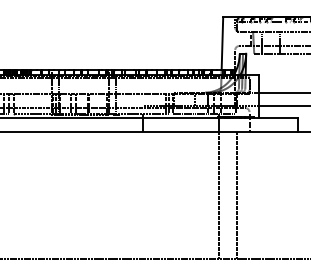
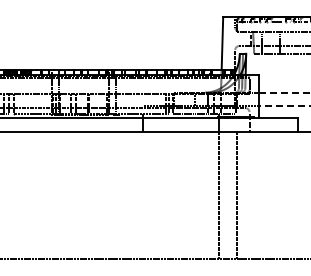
line at (285, 92): solid -> dashed
line at (284, 106): solid -> dashed
